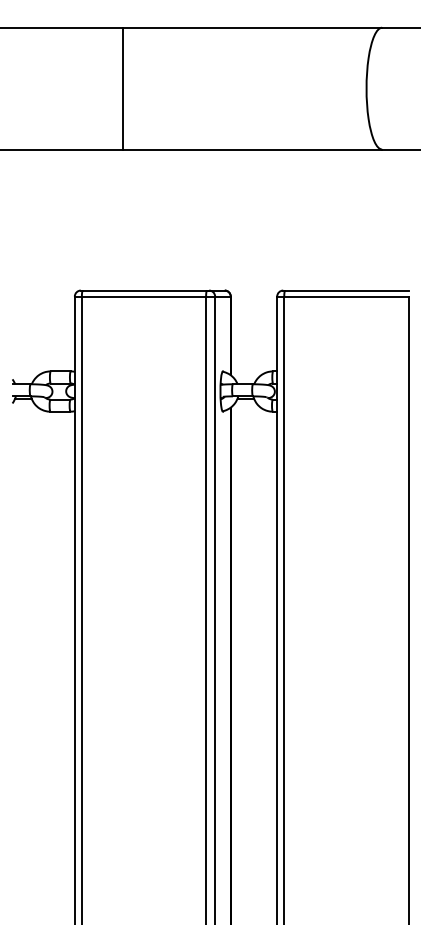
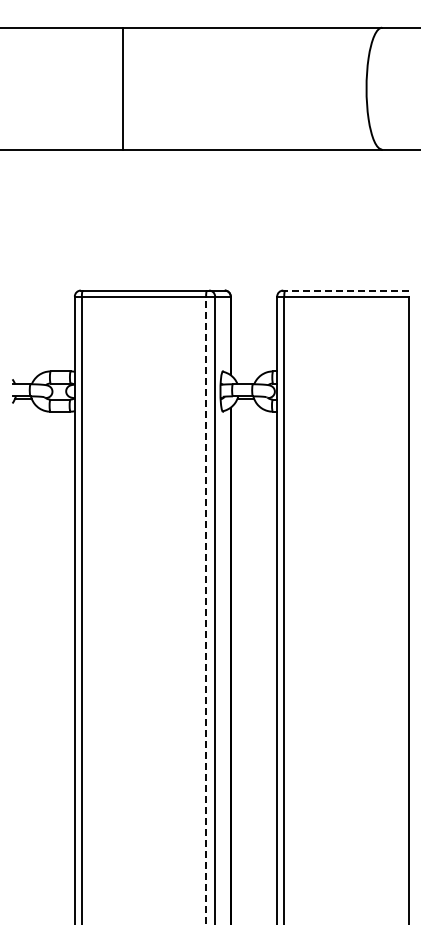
line at (346, 290): solid -> dashed
line at (206, 610): solid -> dashed
